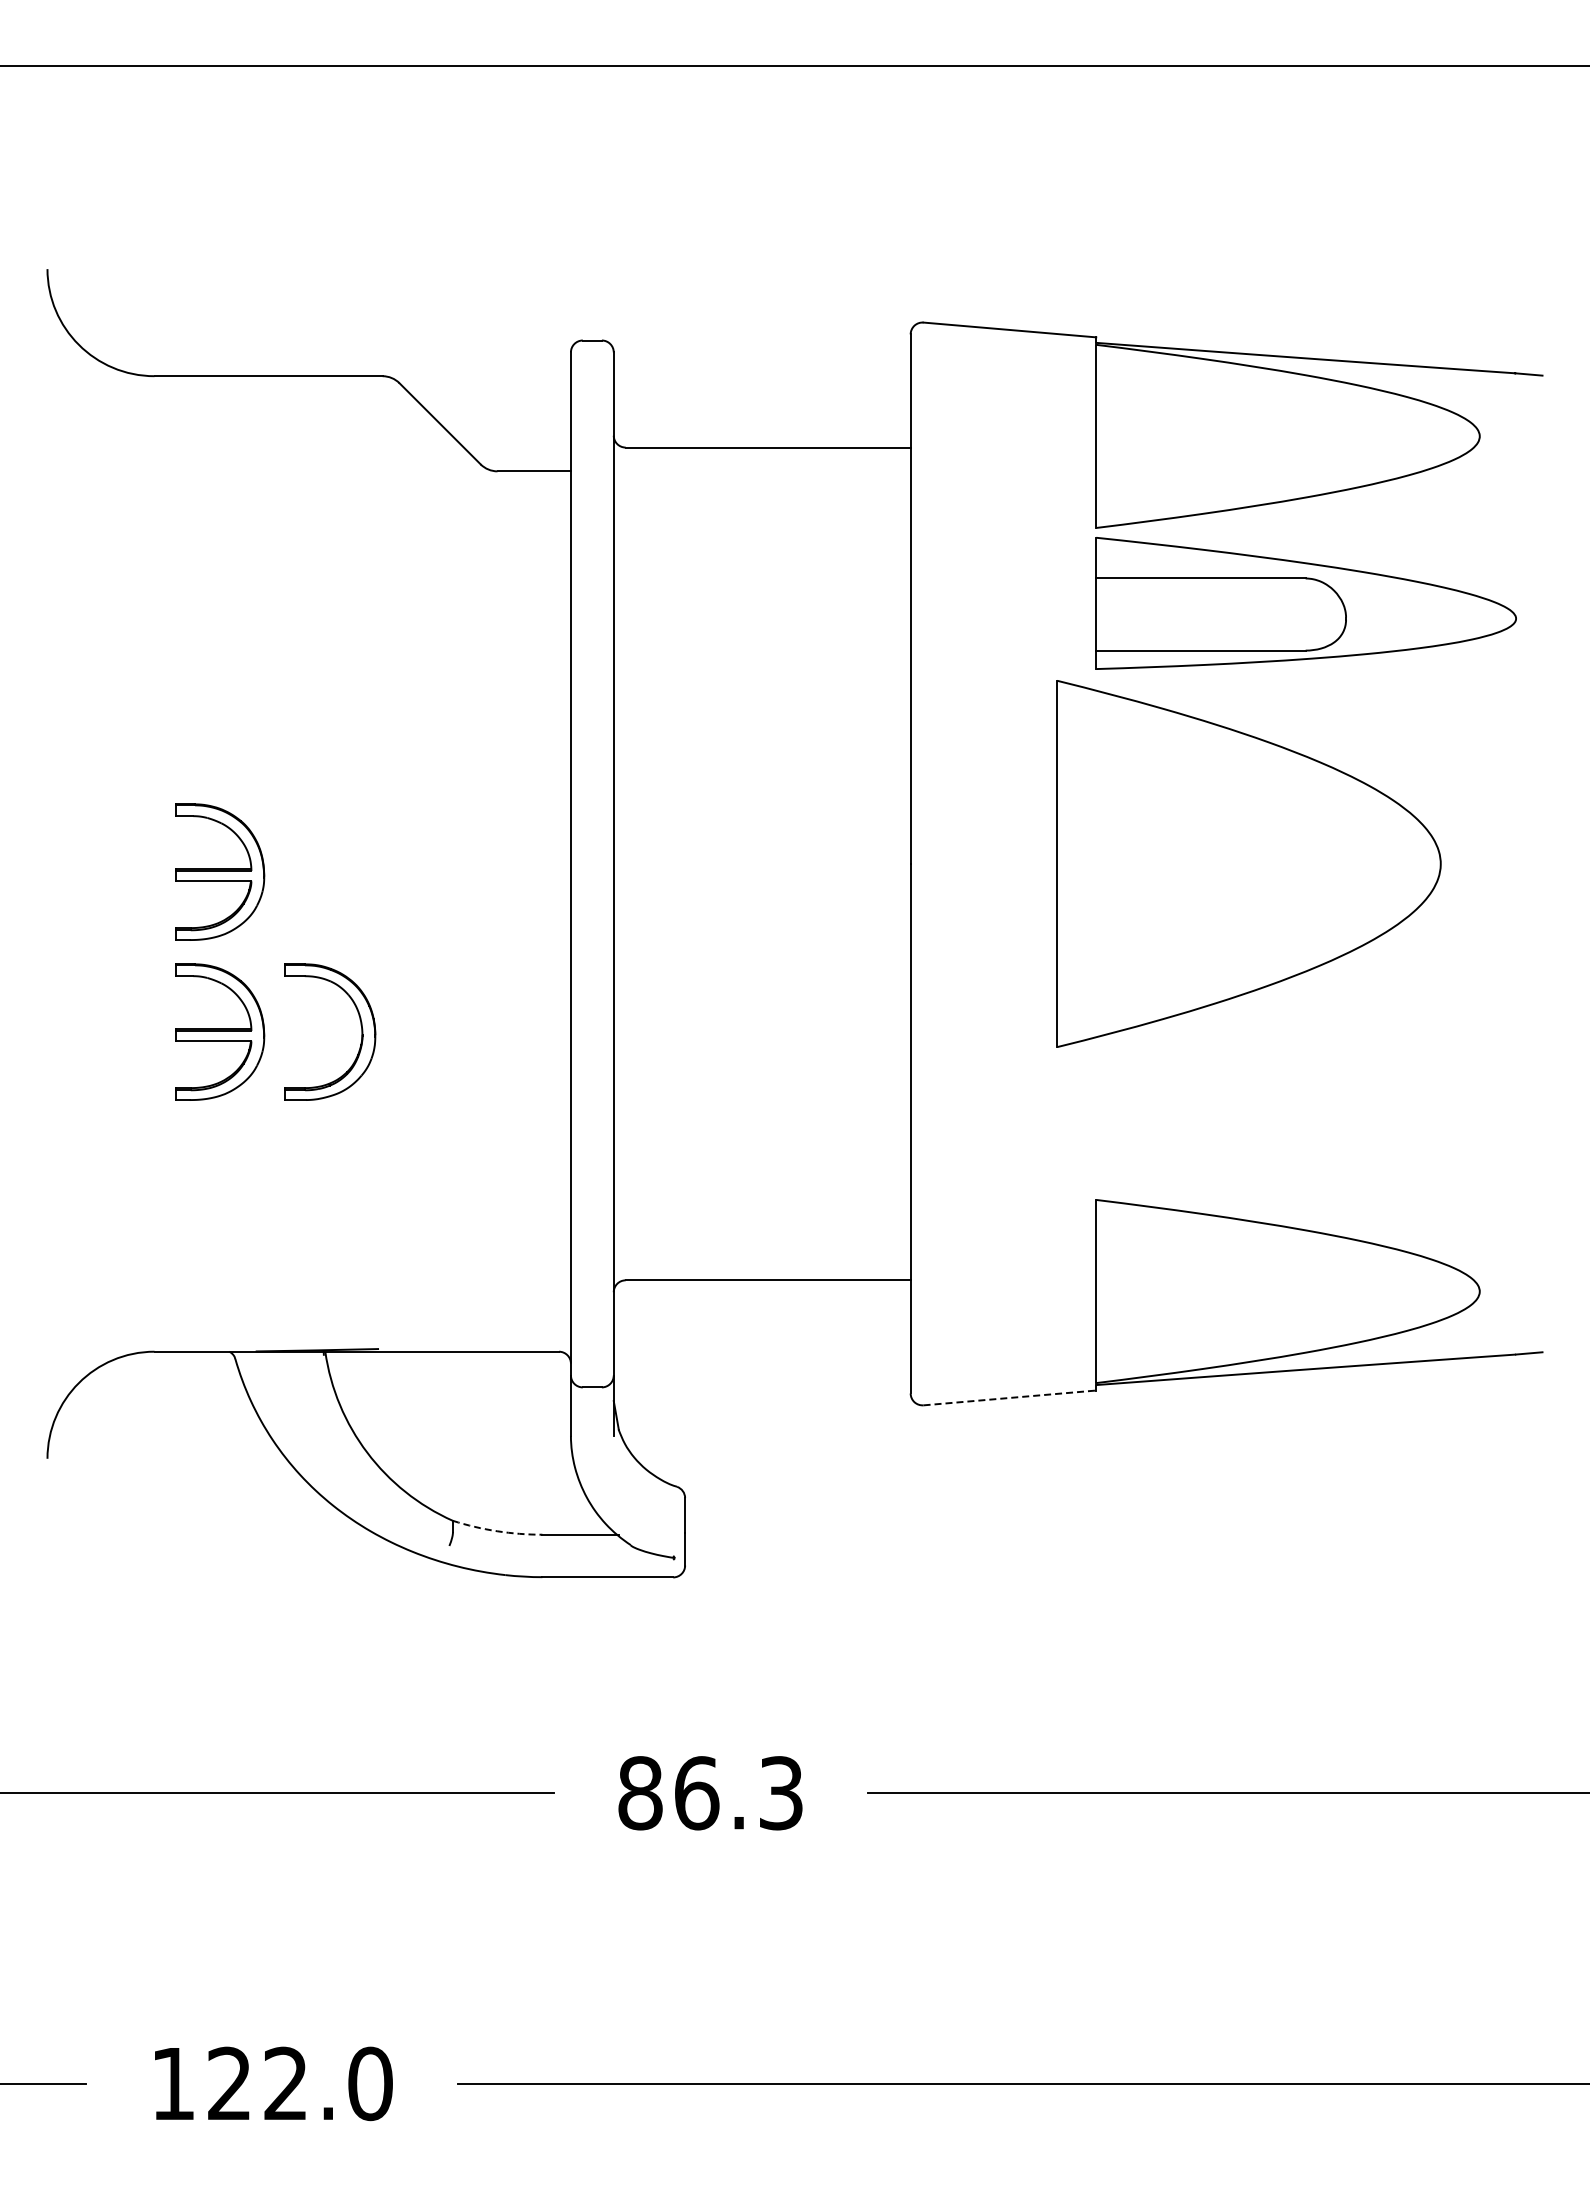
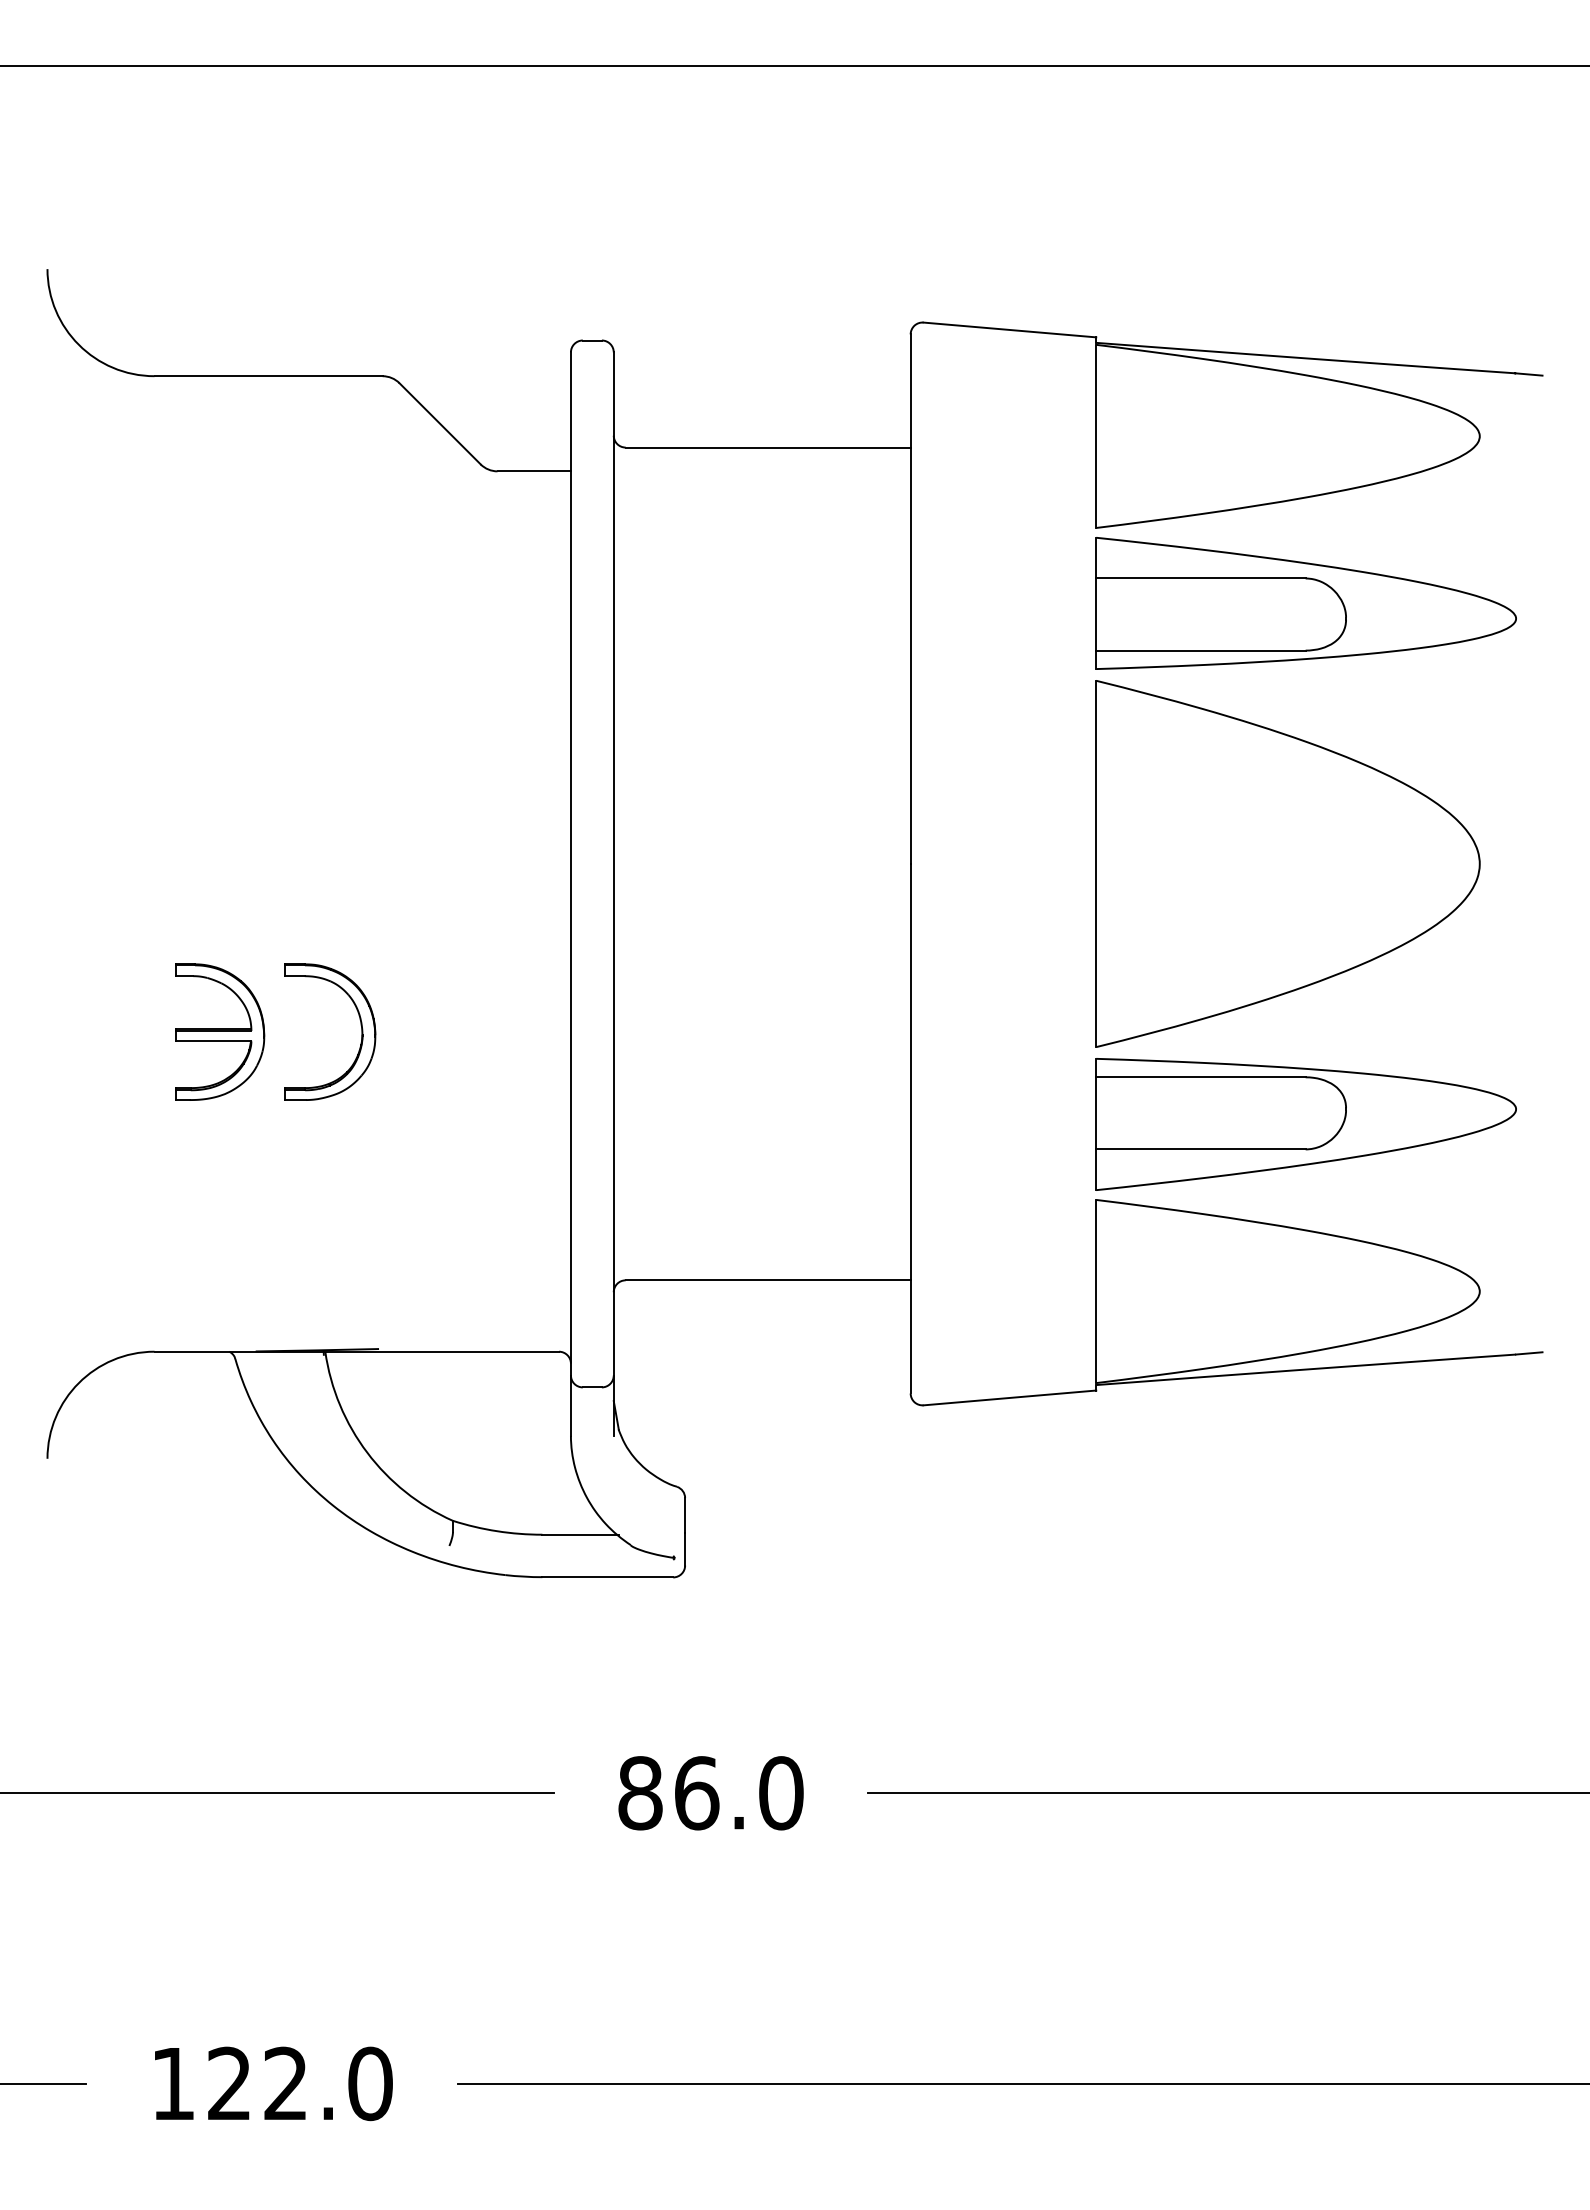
part at (1248, 863) position: (1248, 863) -> (1287, 863)
part at (220, 871): present -> none
part at (1305, 1124): none -> present
line at (1009, 1397): dashed -> solid
arc at (497, 1531): dashed -> solid
text at (781, 1793): 86.3 -> 86.0
